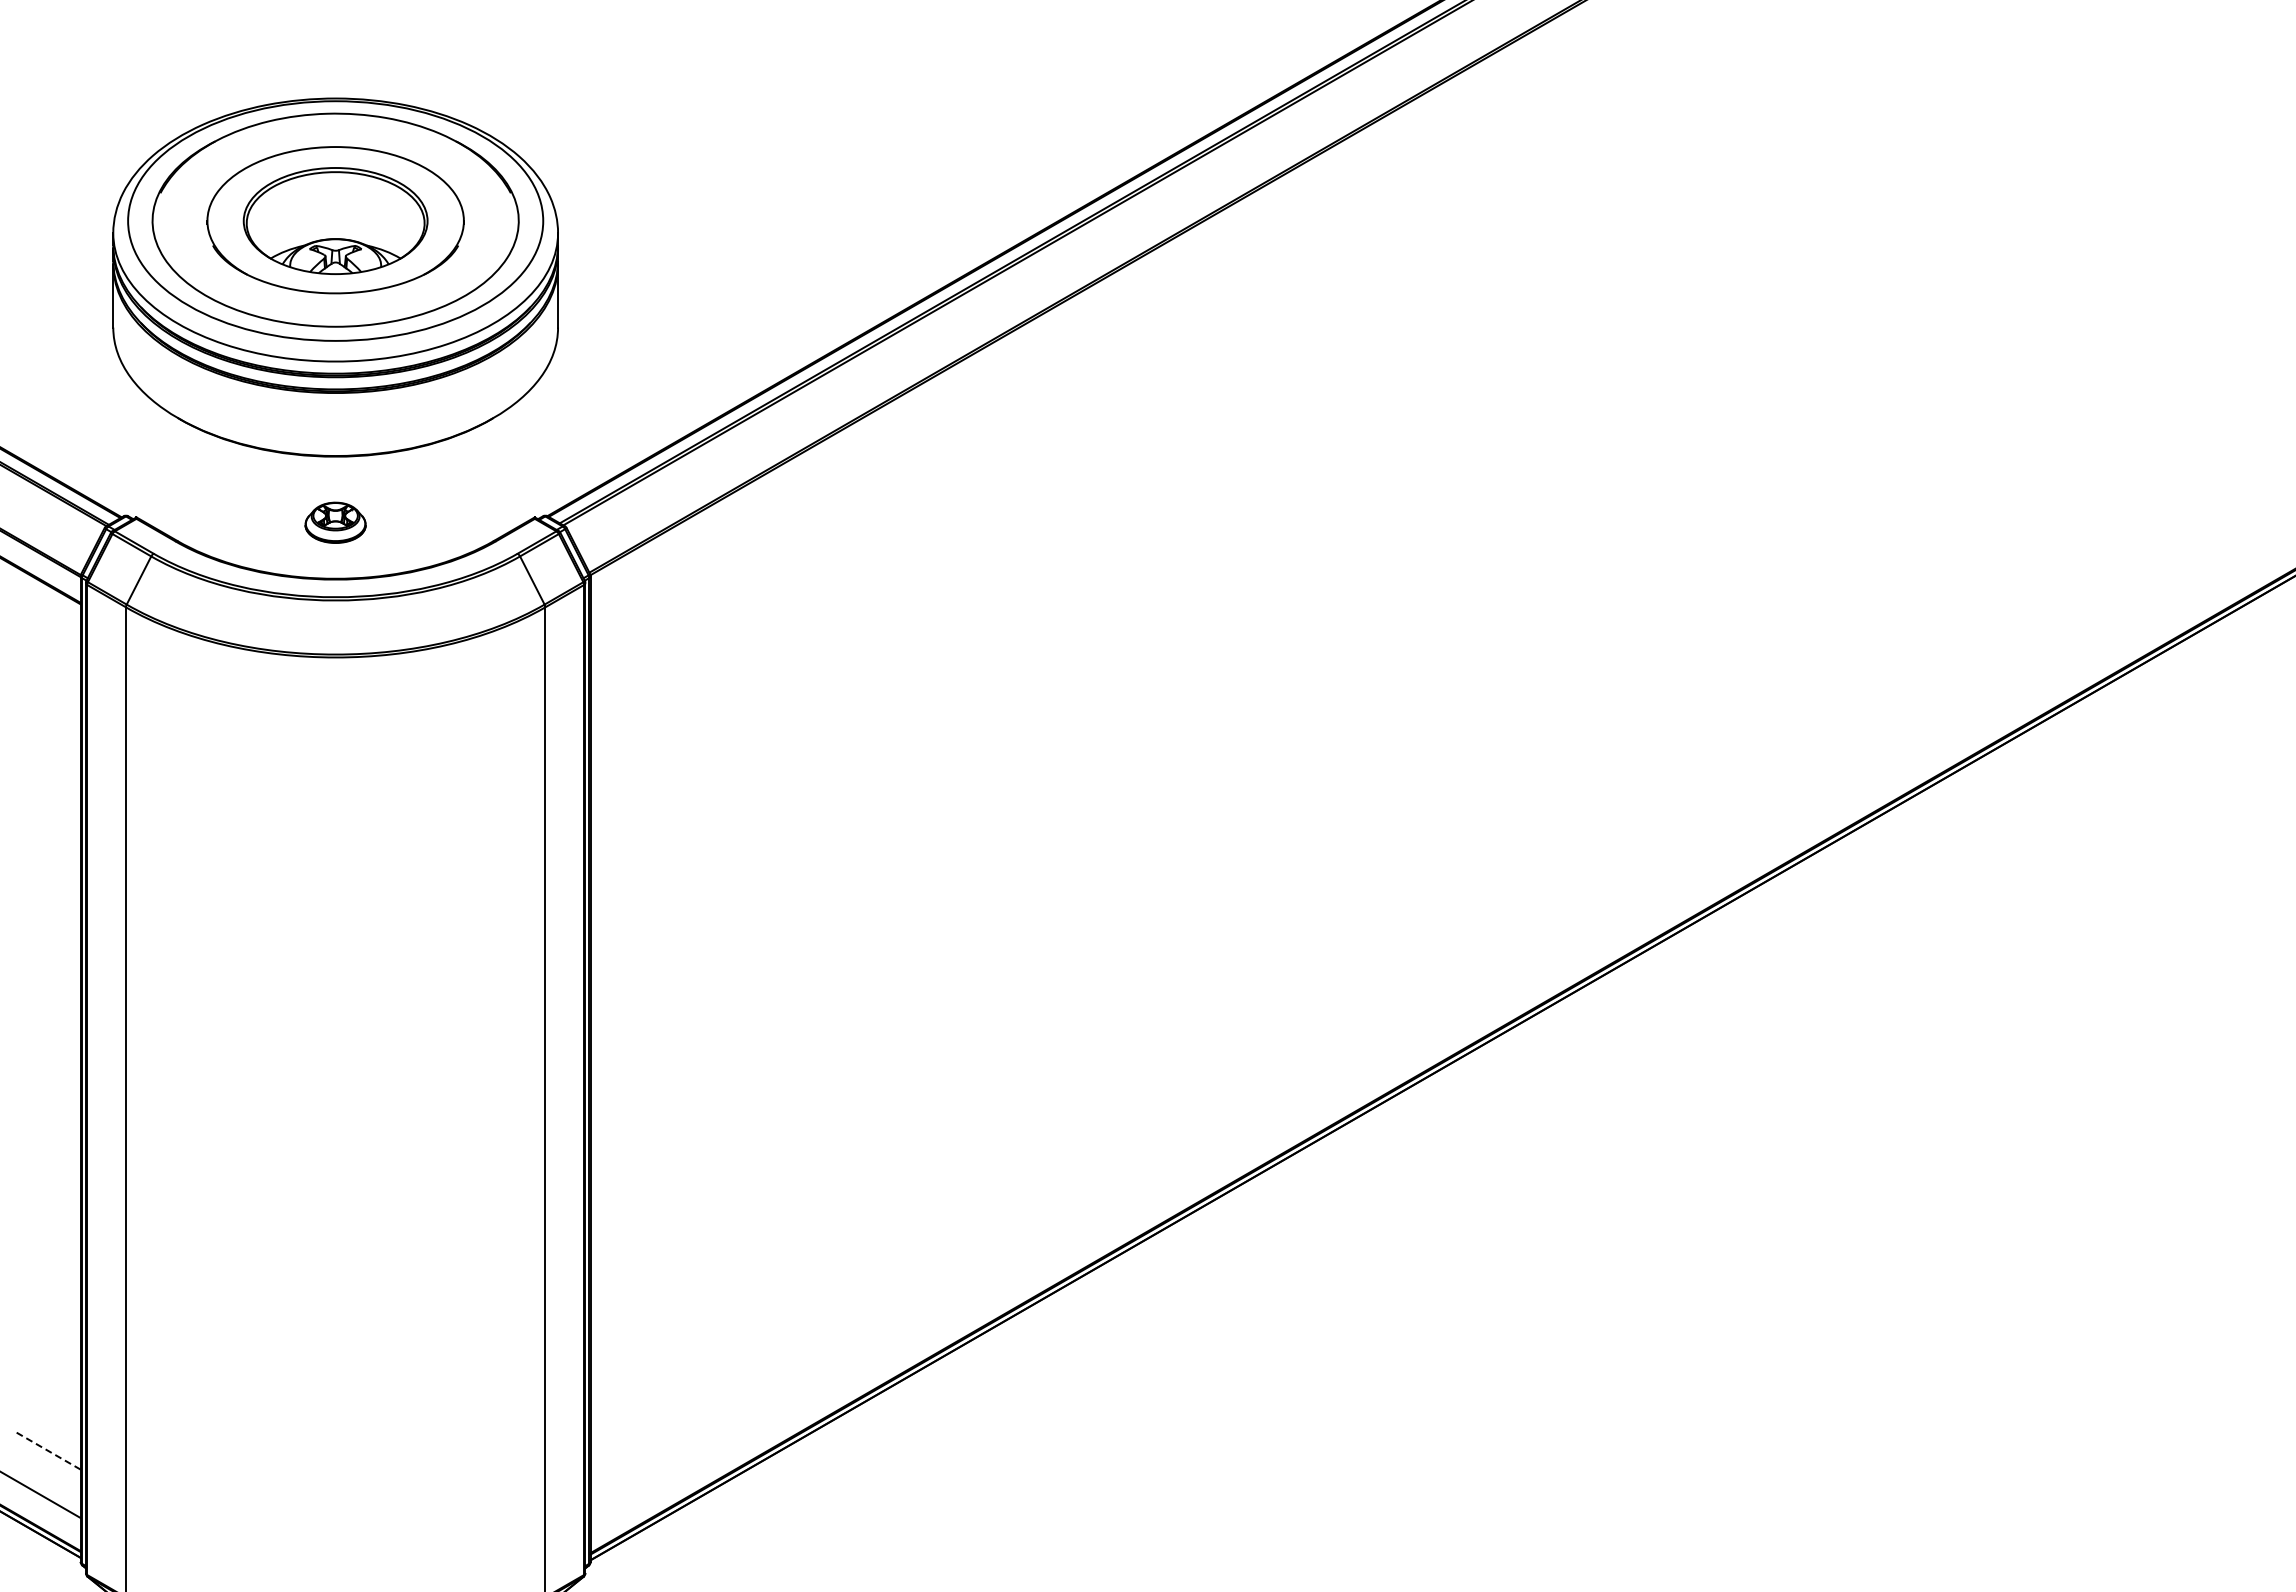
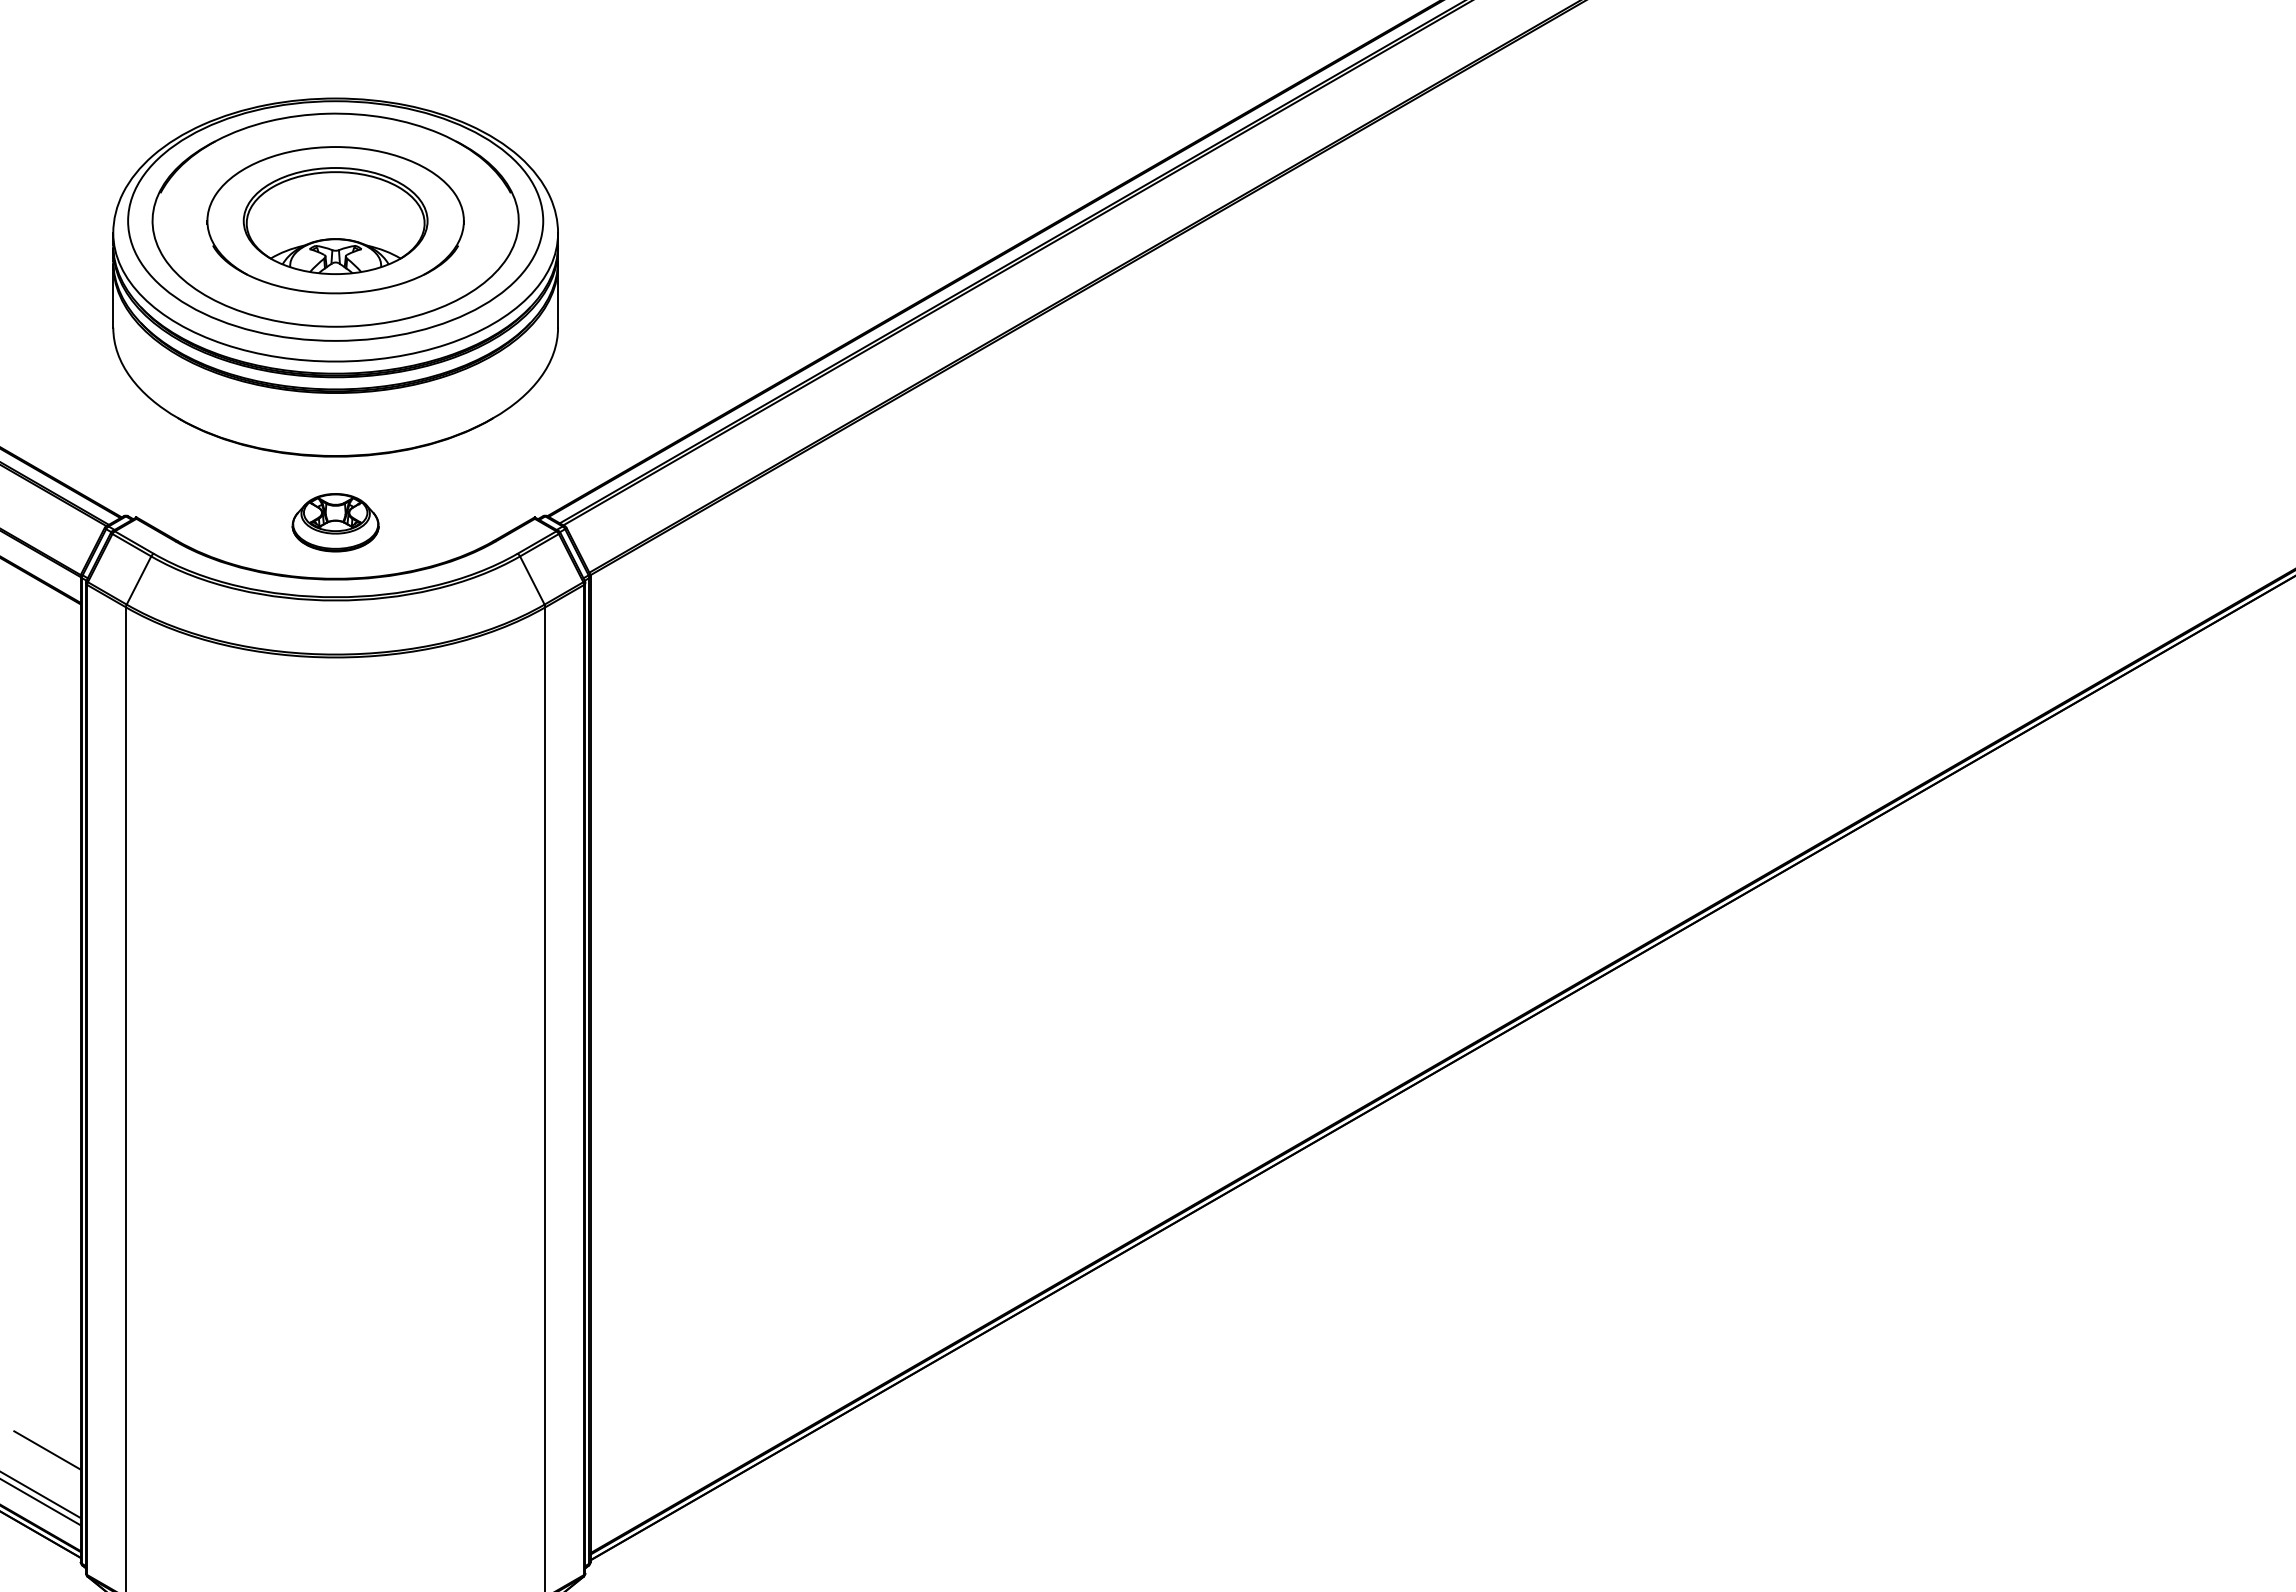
part at (335, 522) size: 63x43 px -> 89x60 px
line at (47, 1450): dashed -> solid
line at (41, 1502): none -> present
